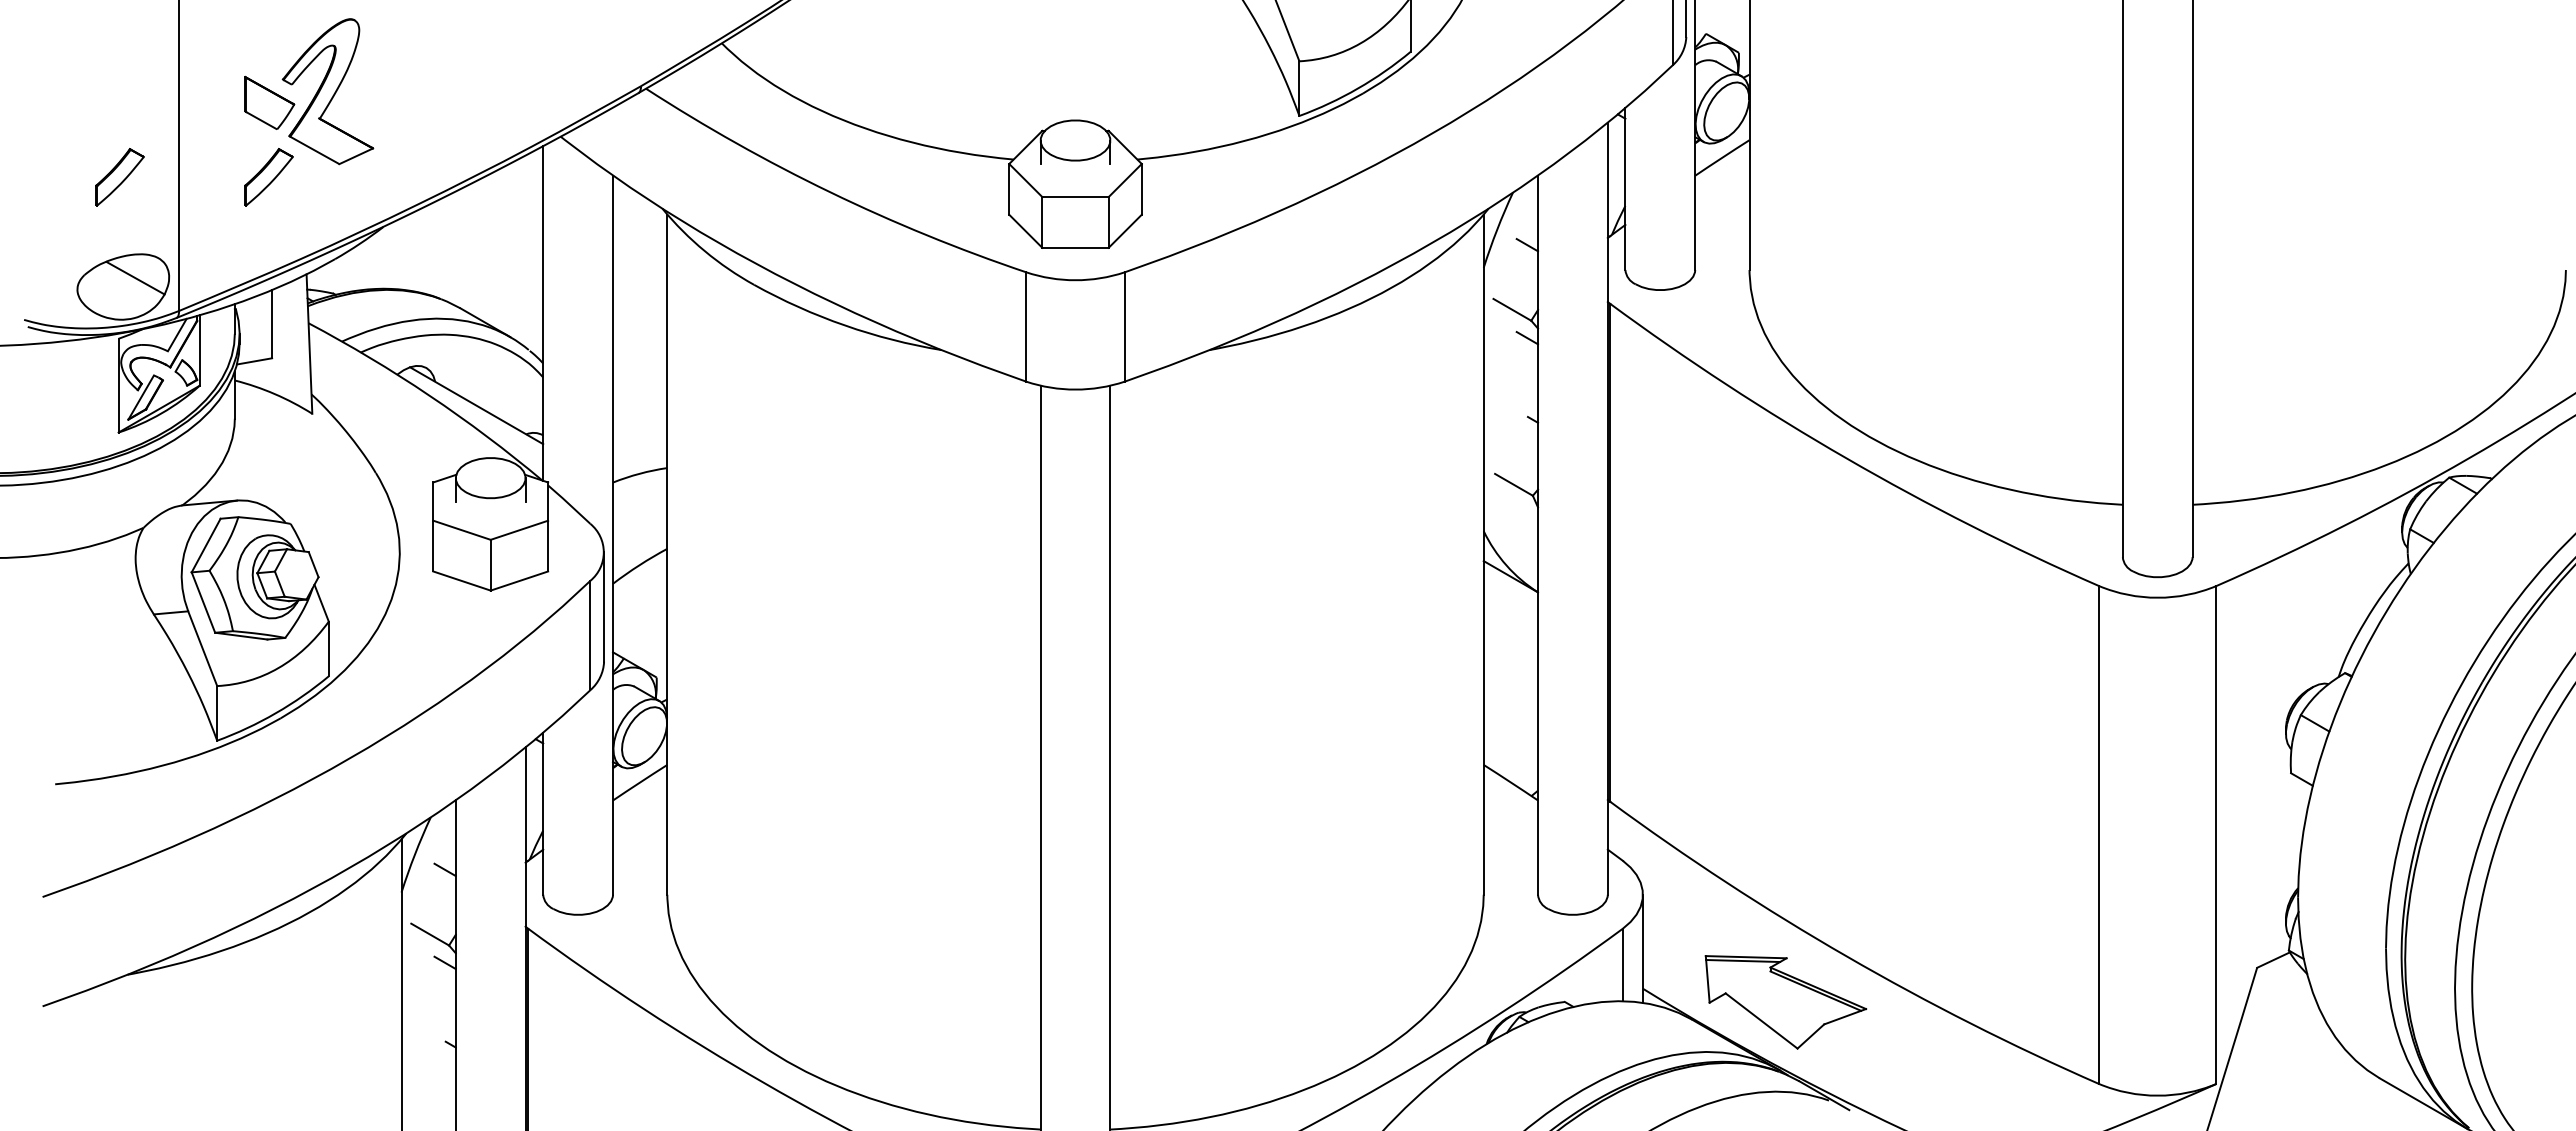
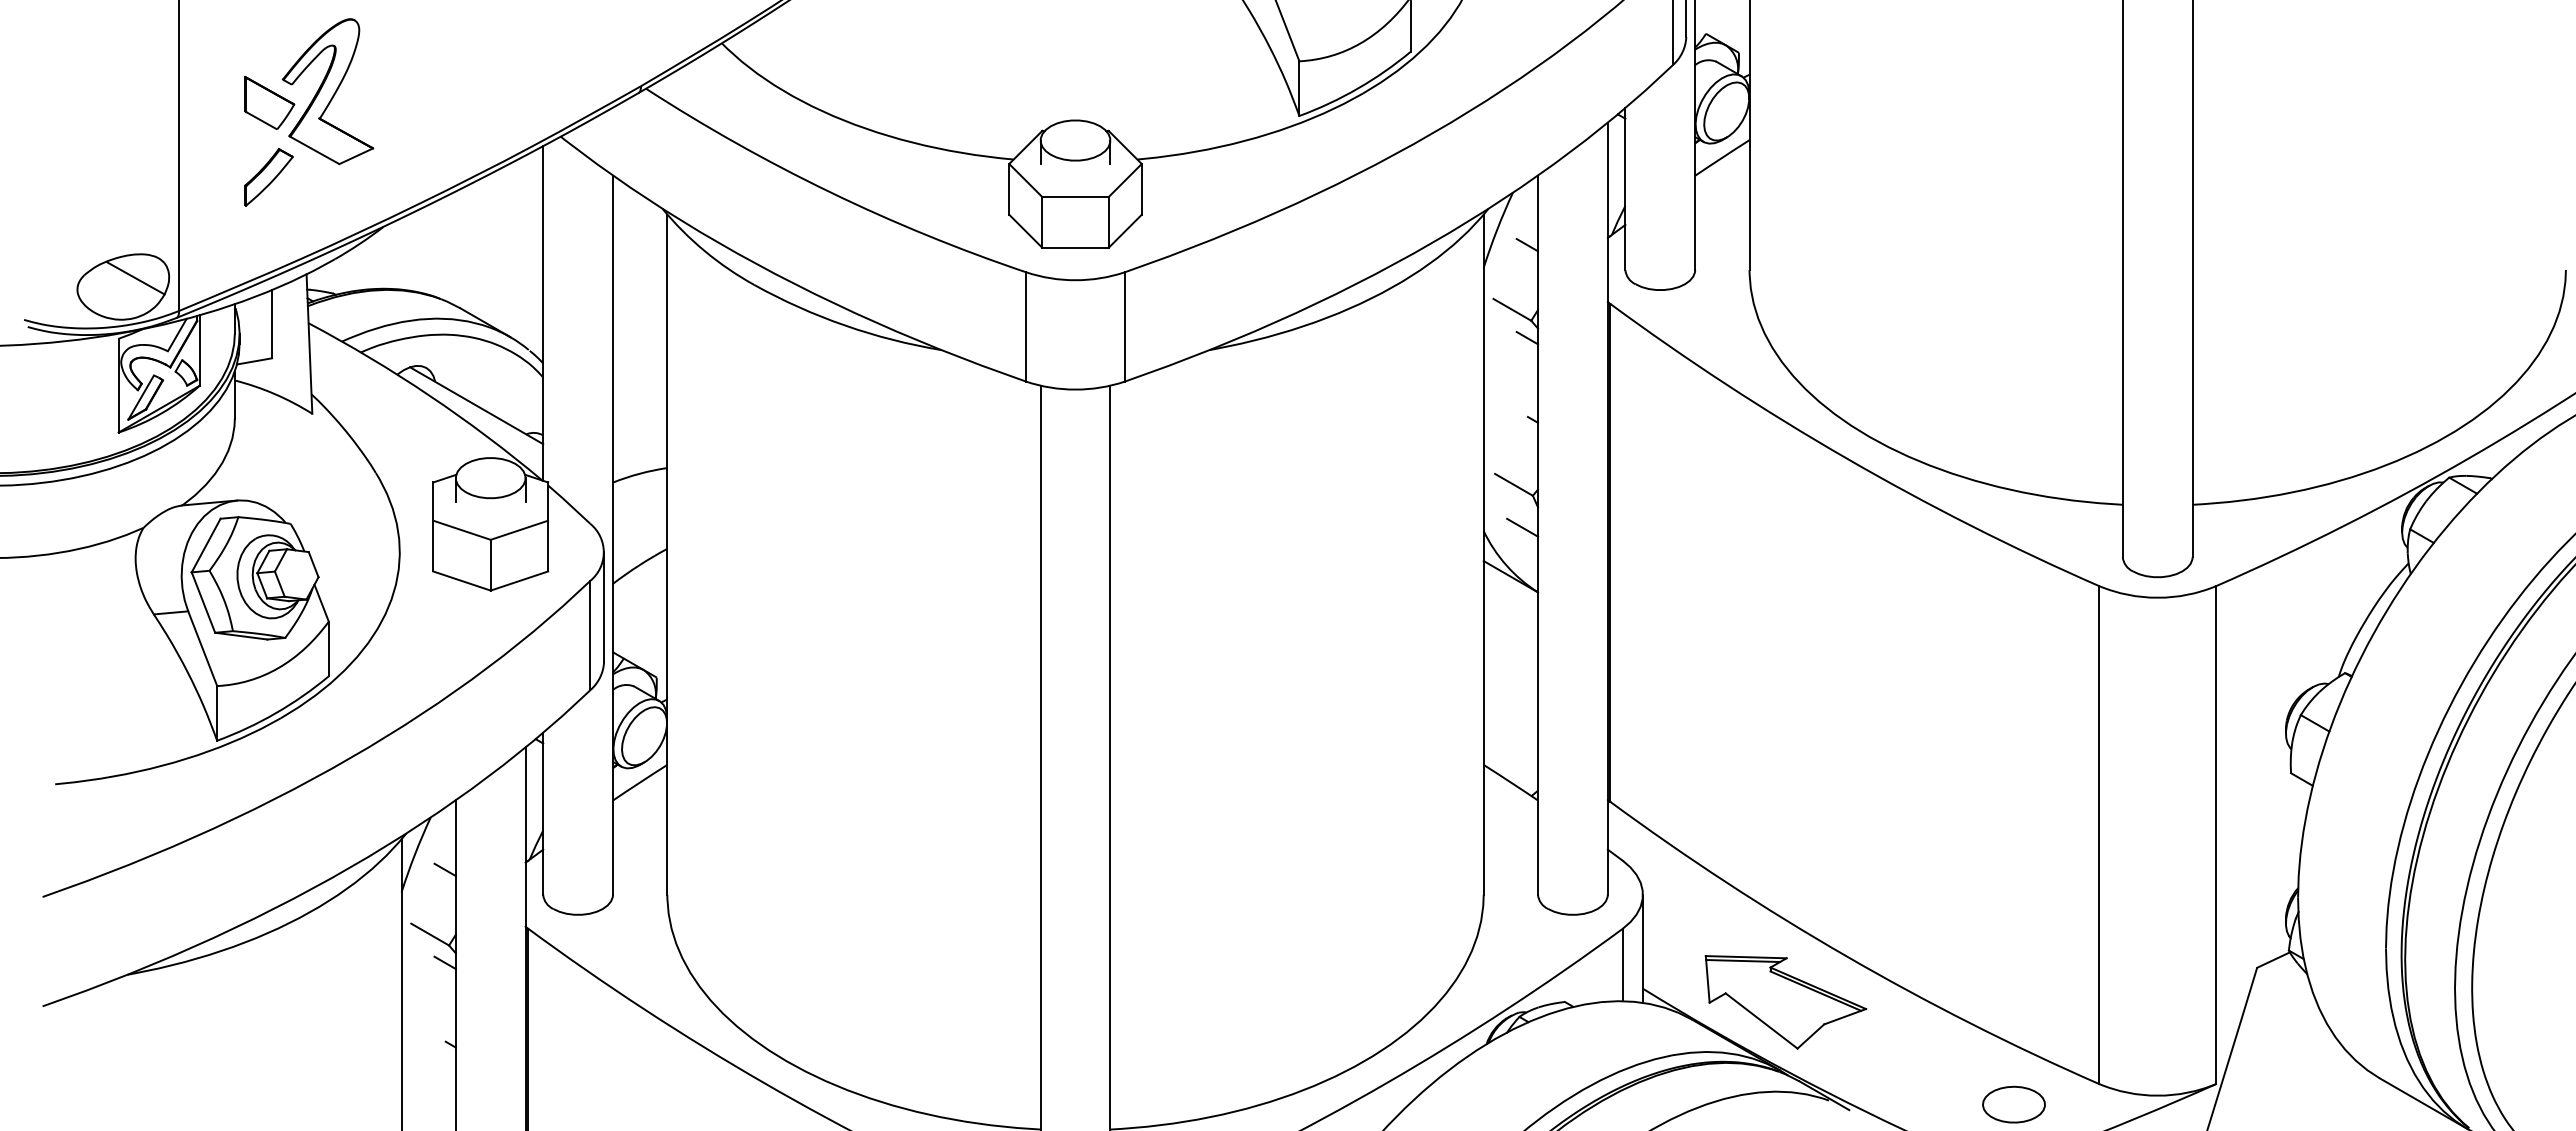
part at (119, 177): present -> none
line at (1522, 527): none -> present
part at (2013, 1104): none -> present
